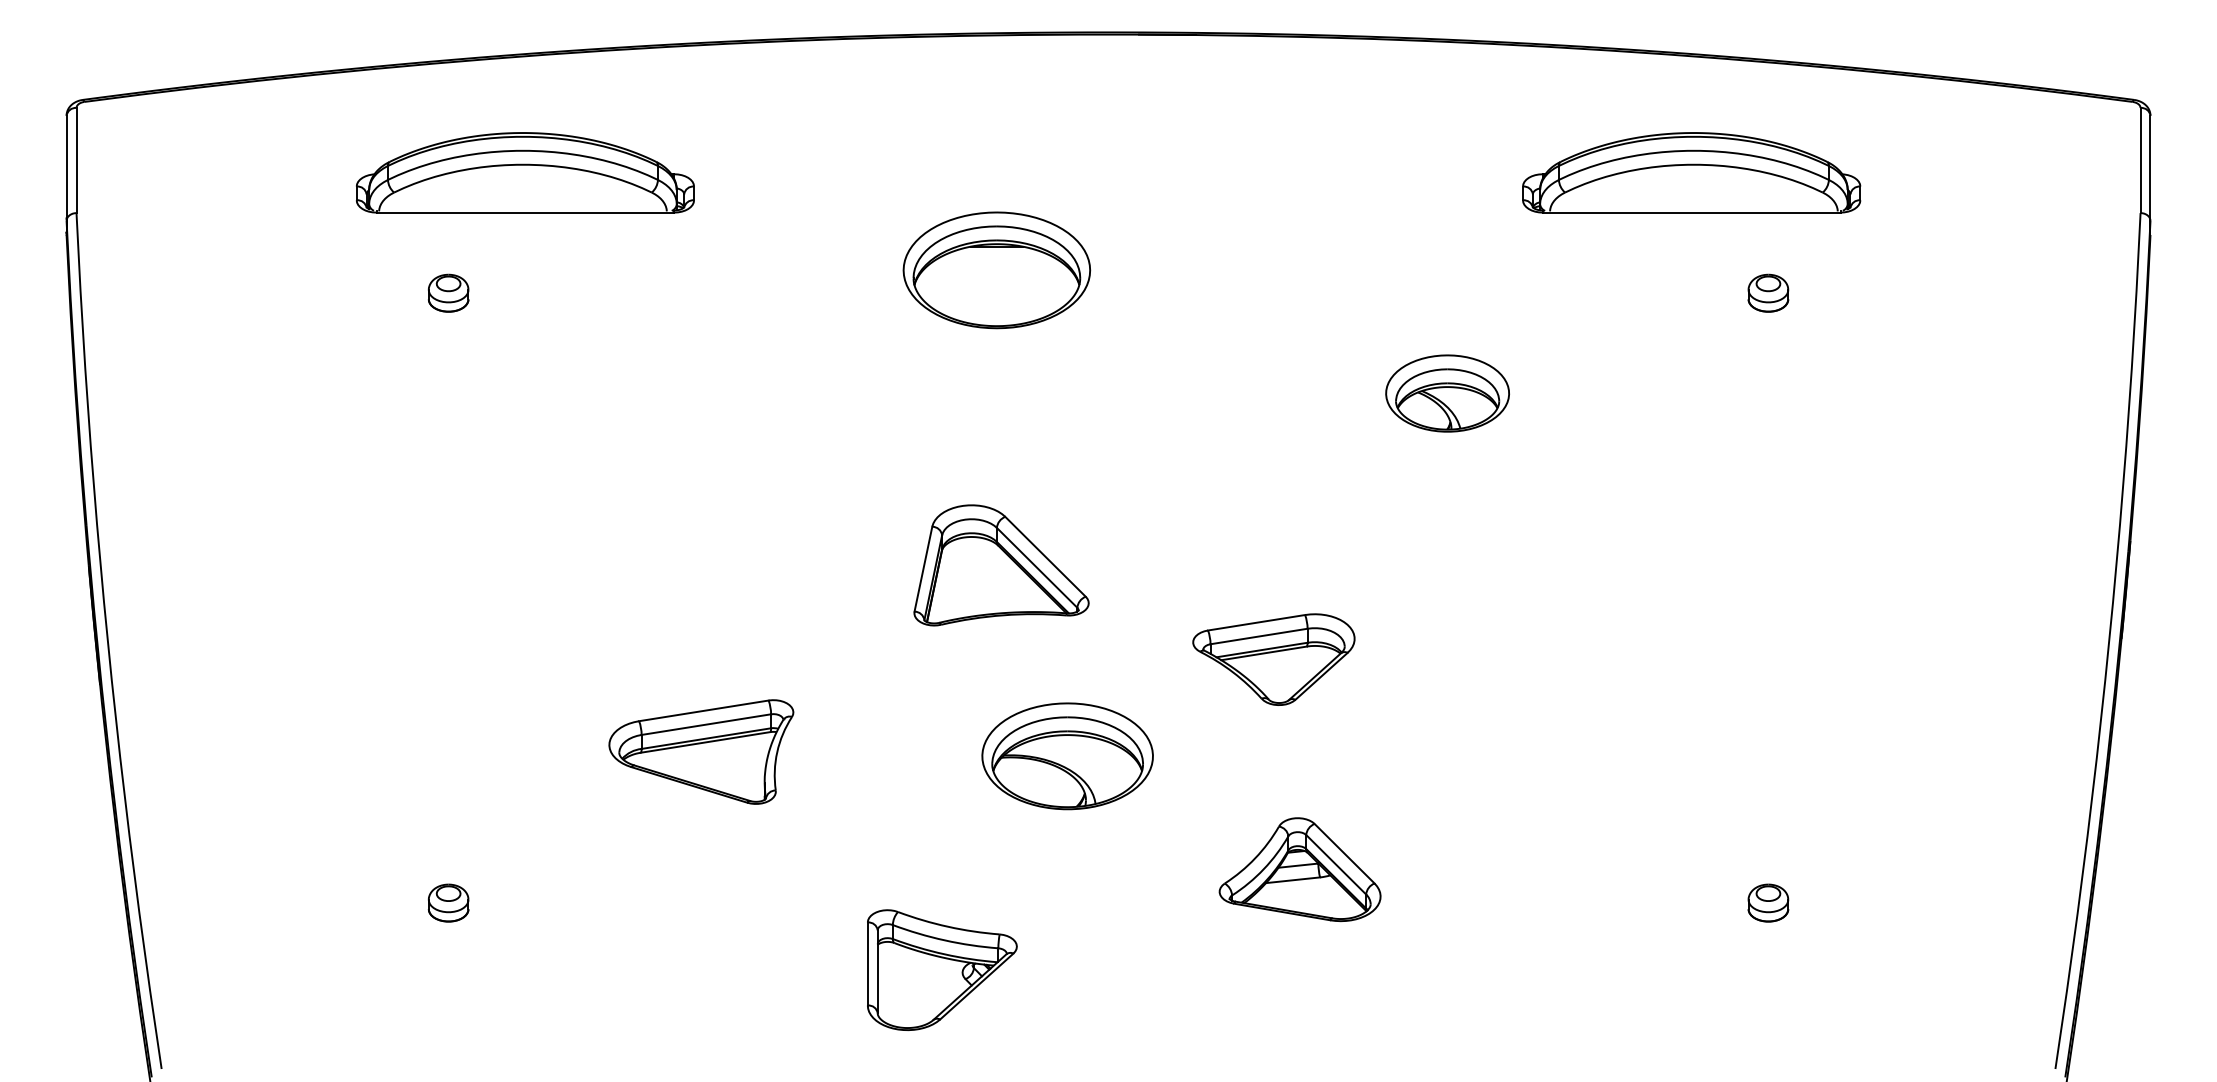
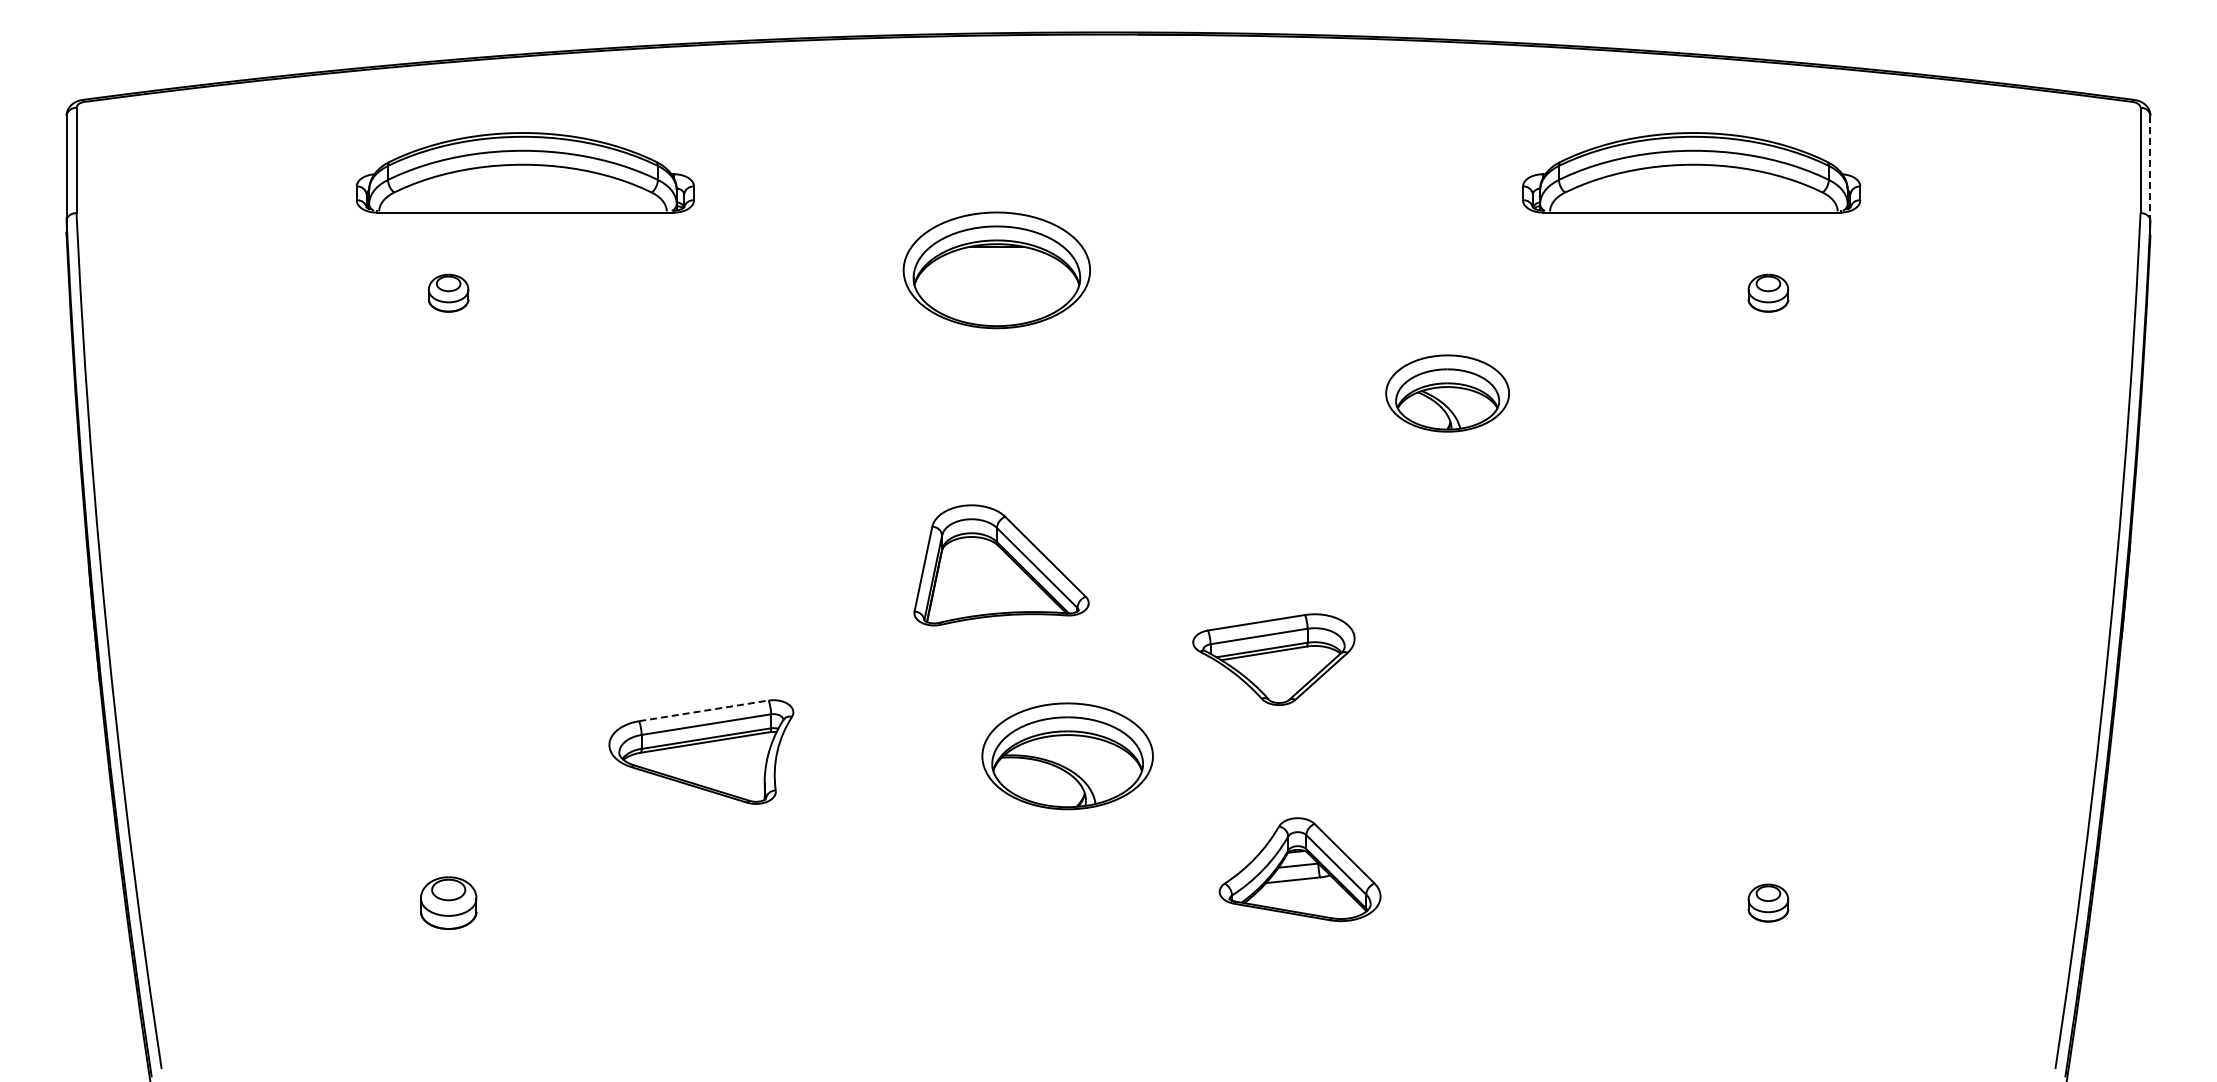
line at (2150, 168): solid -> dashed
line at (703, 710): solid -> dashed
part at (448, 902) size: 43x40 px -> 58x54 px
part at (942, 969): present -> none
